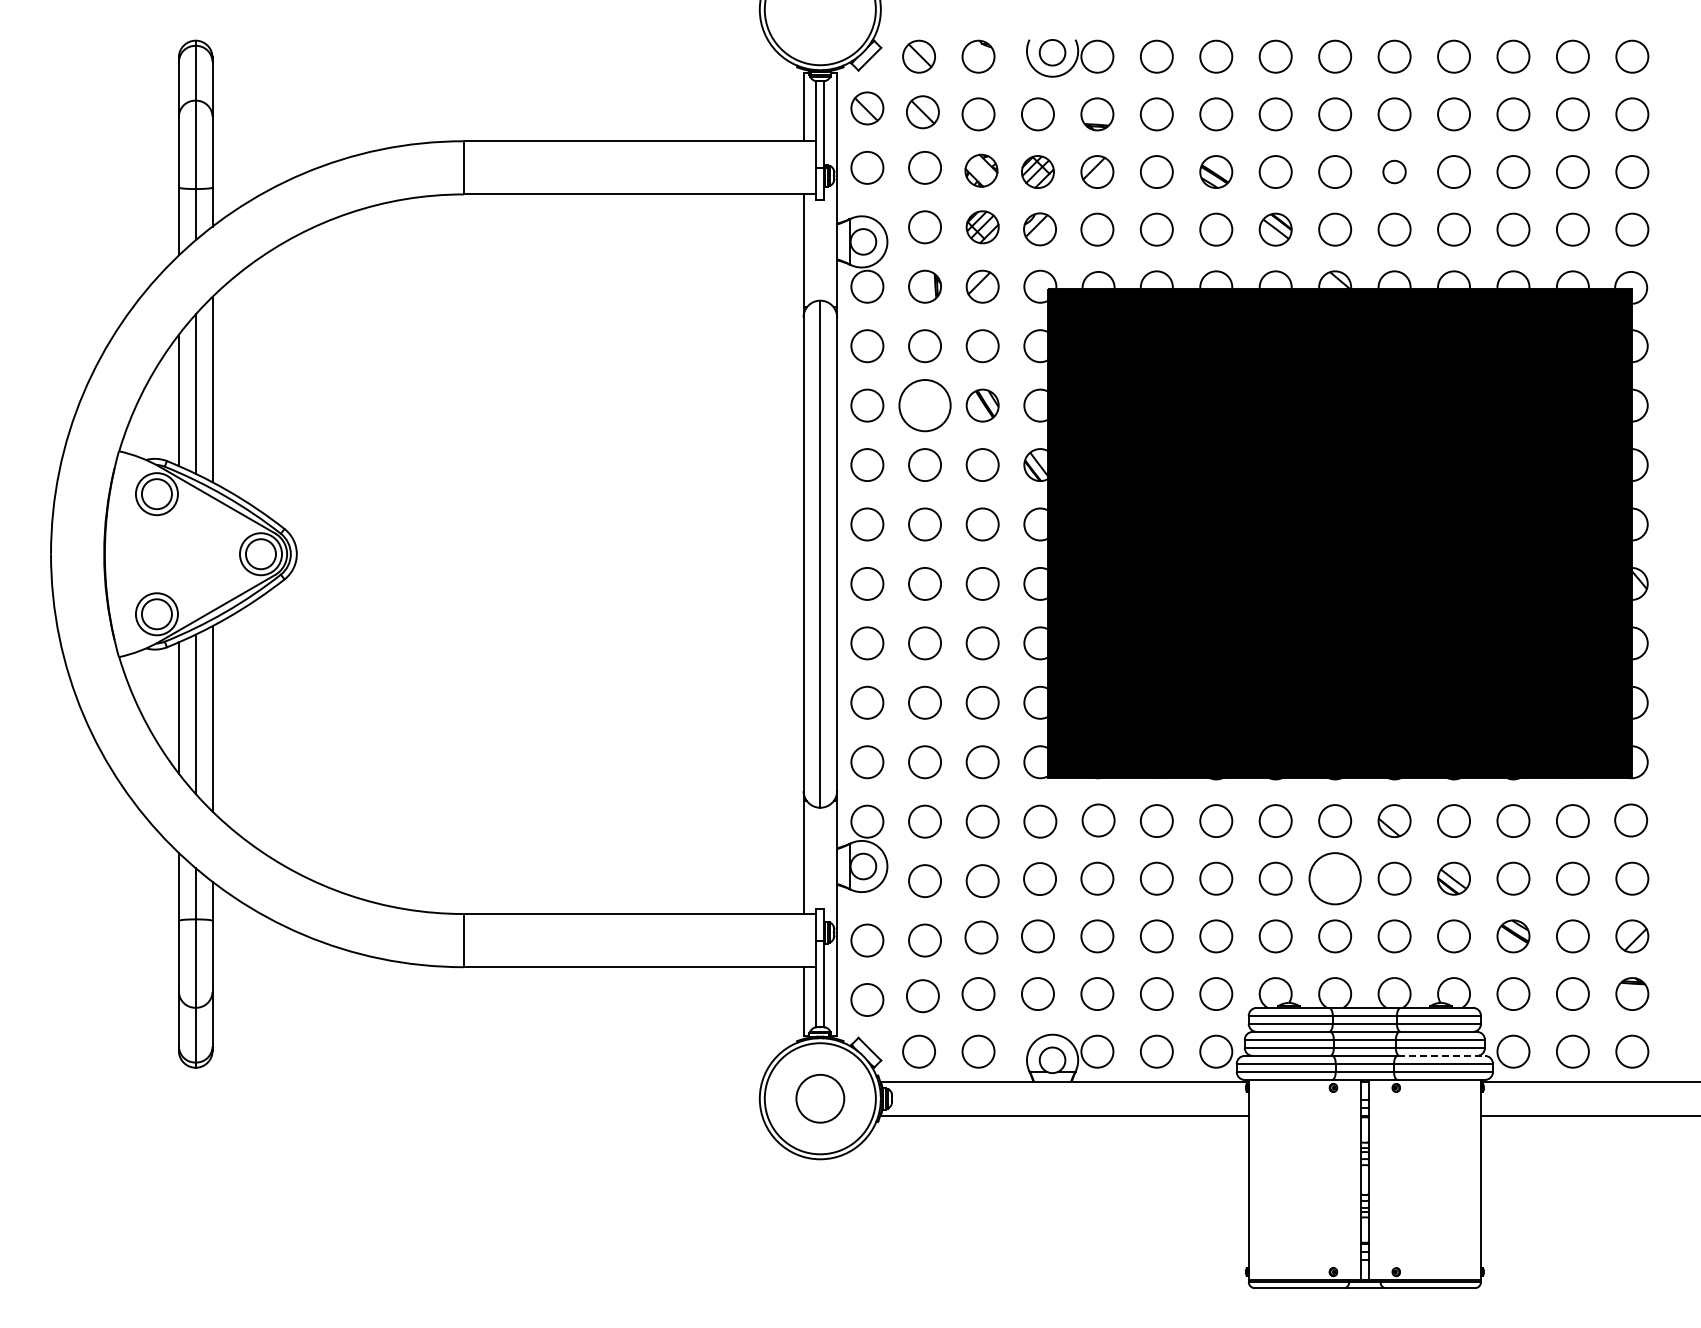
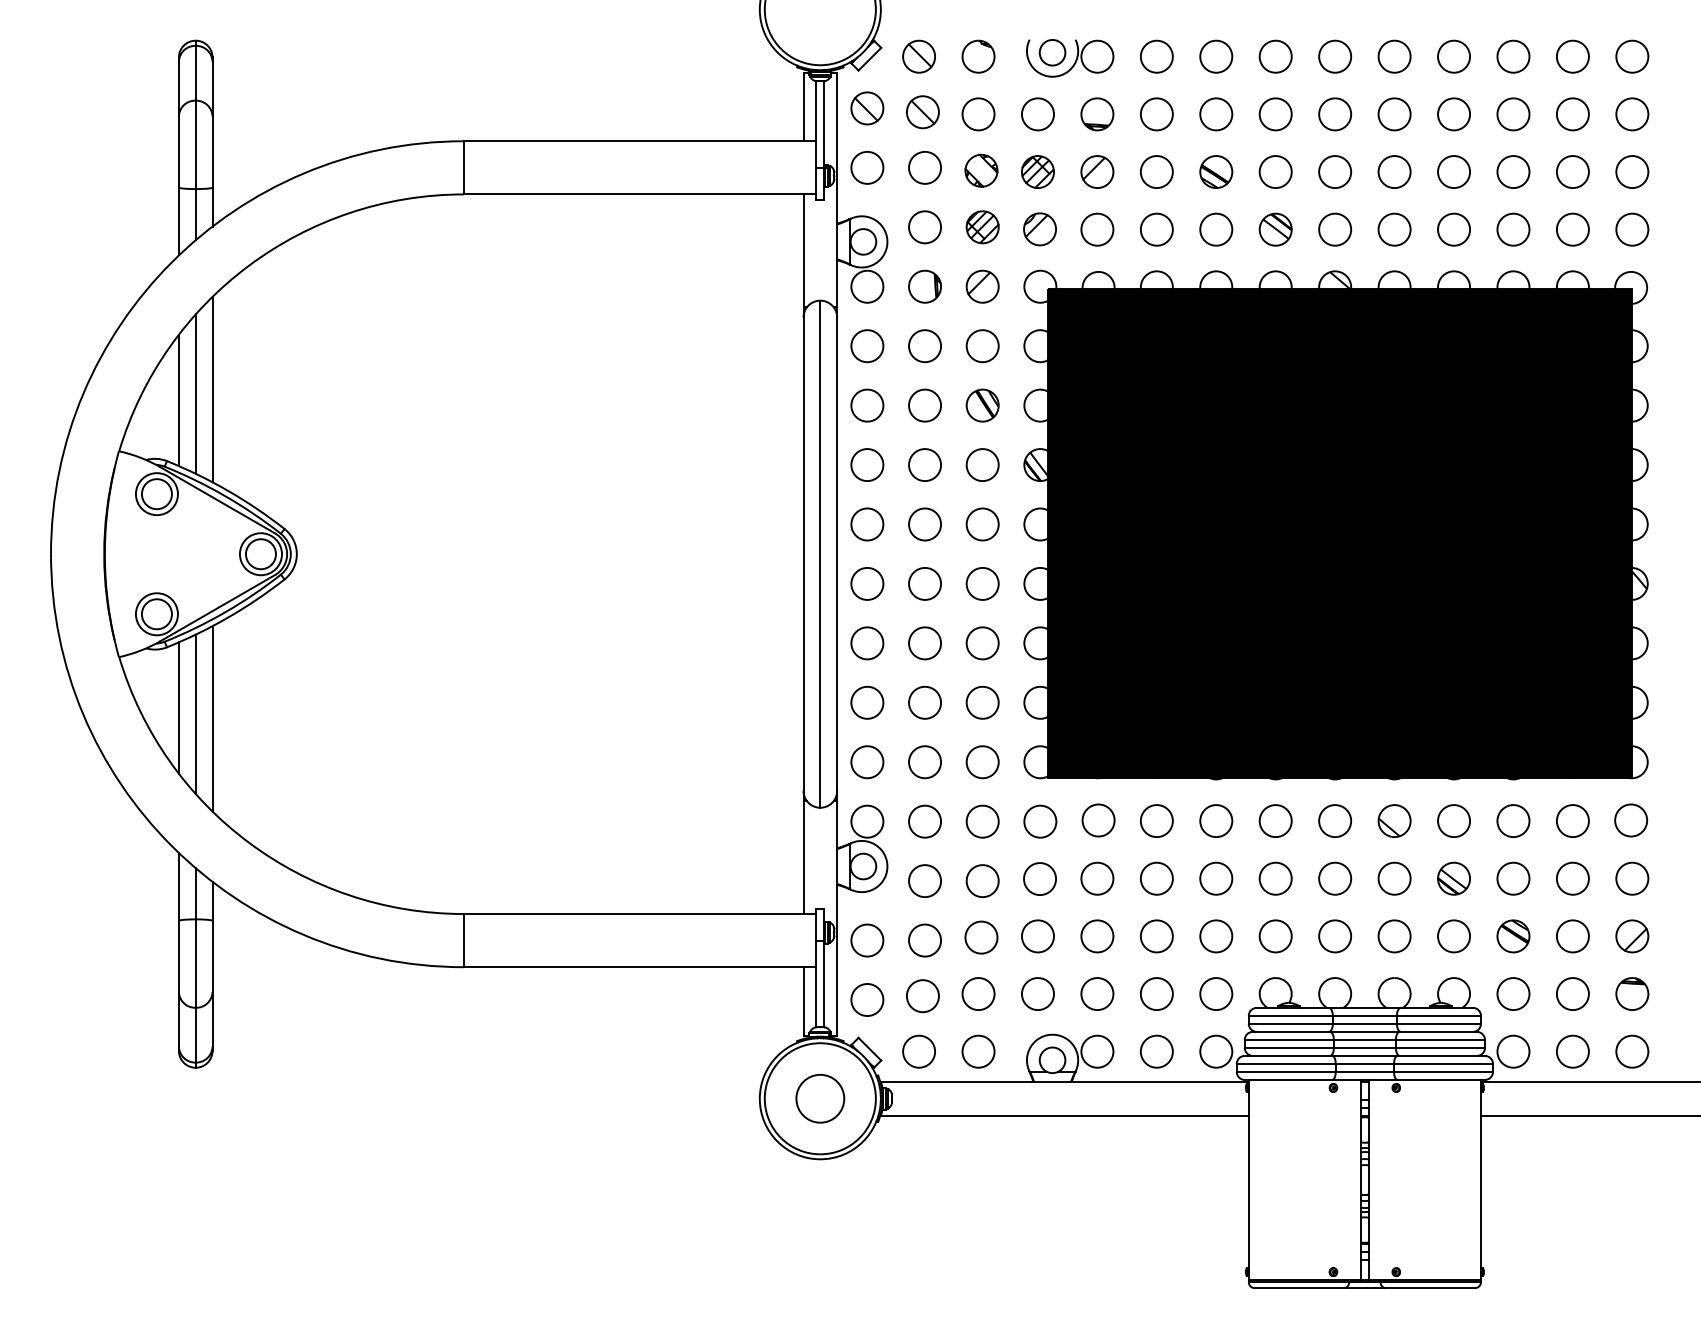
circle at (1394, 171) size: 25x26 px -> 35x34 px
circle at (924, 405) diameter: 51 px -> 32 px
circle at (1334, 878) diameter: 51 px -> 32 px
line at (1441, 1055): dashed -> solid
